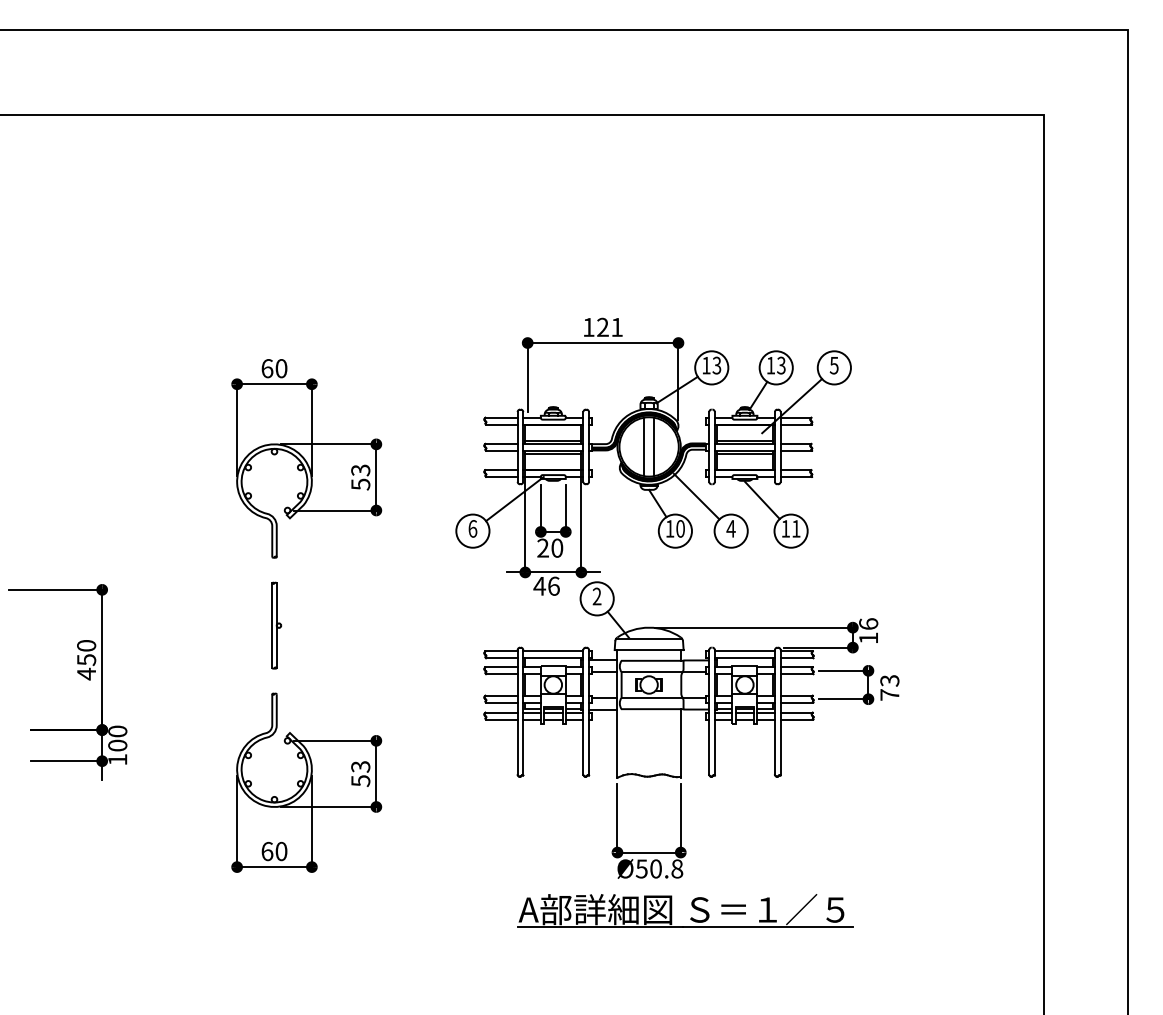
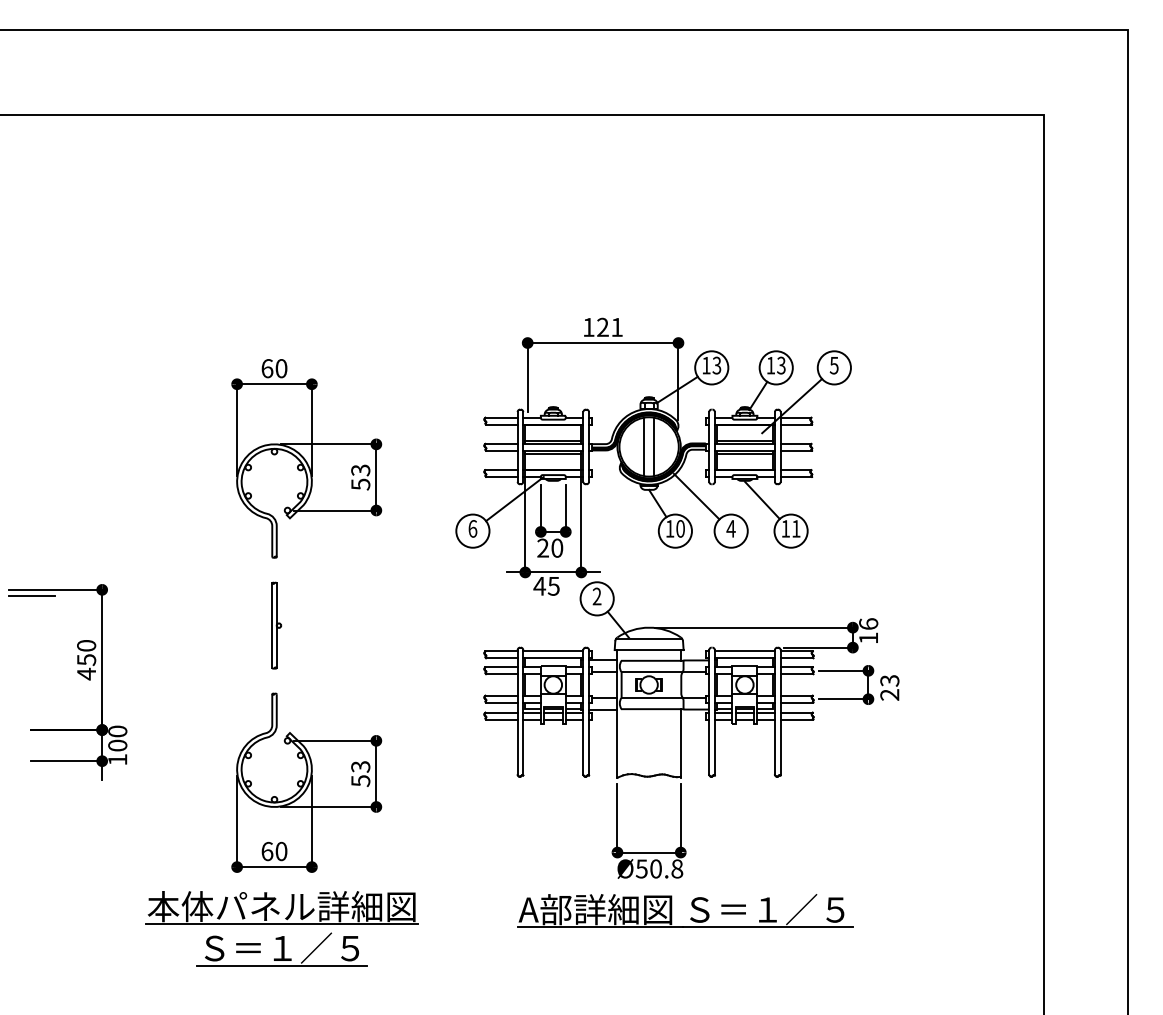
text at (553, 585): 46 -> 45
line at (31, 596): none -> present
text at (889, 694): 73 -> 23
part at (281, 928): none -> present
